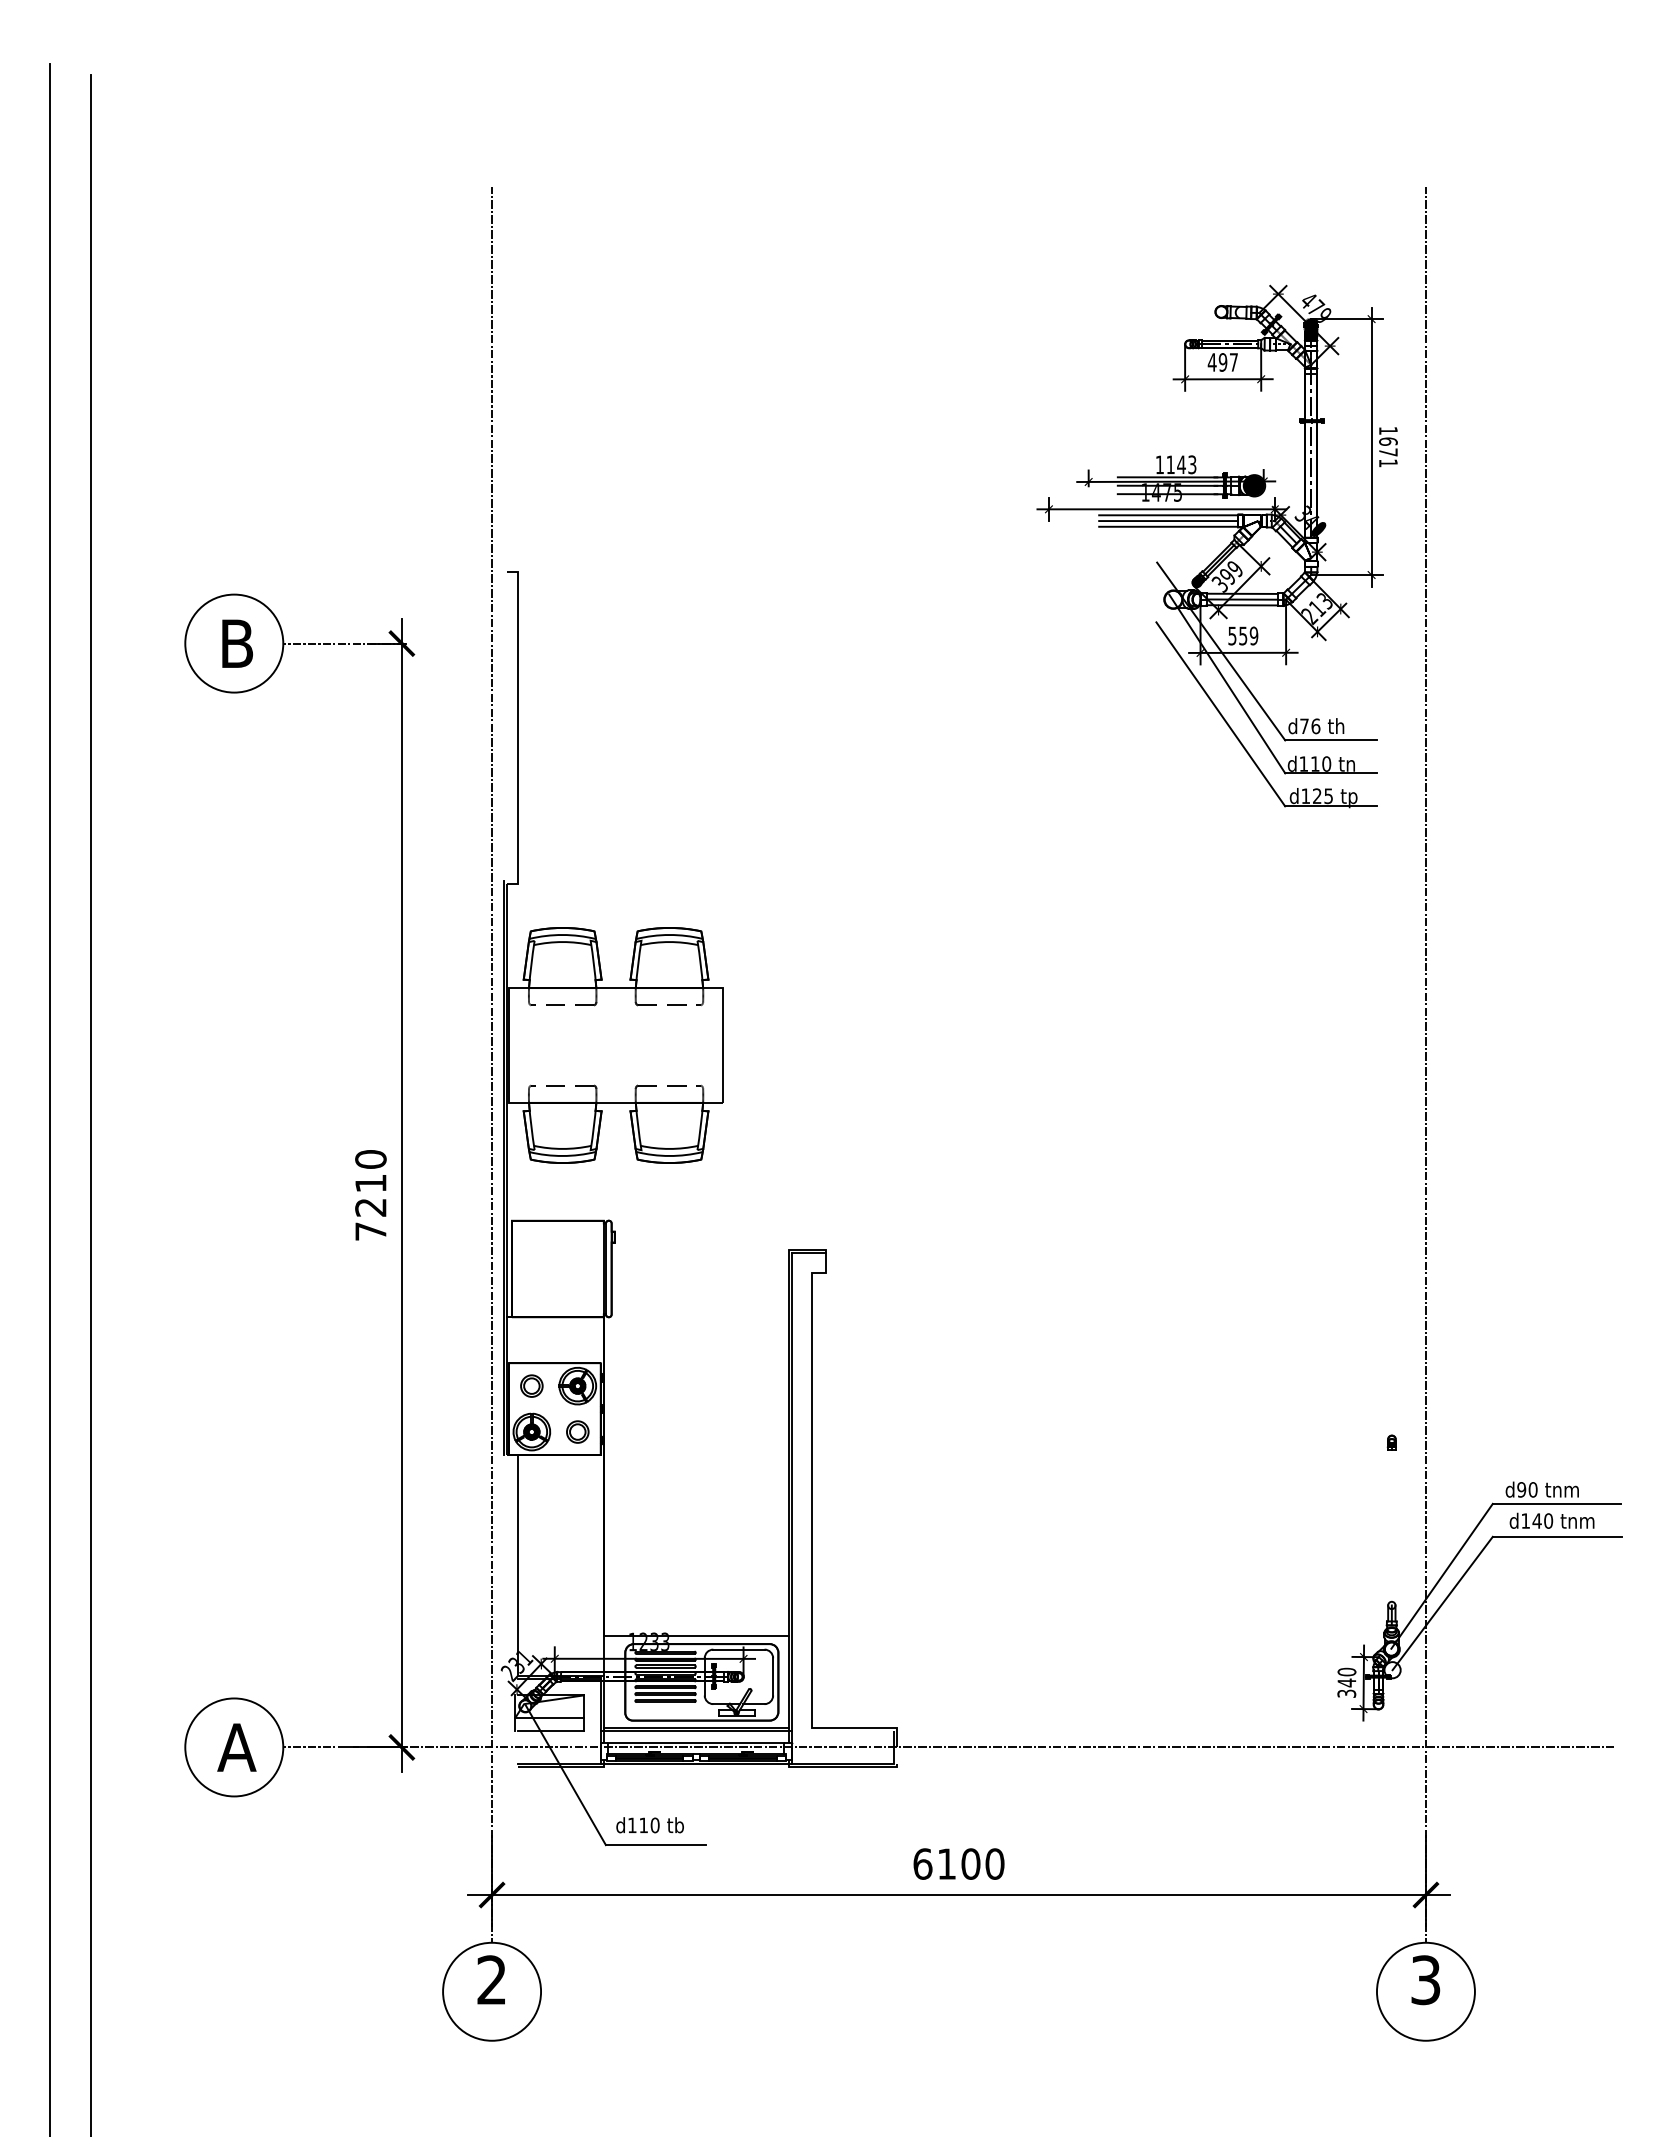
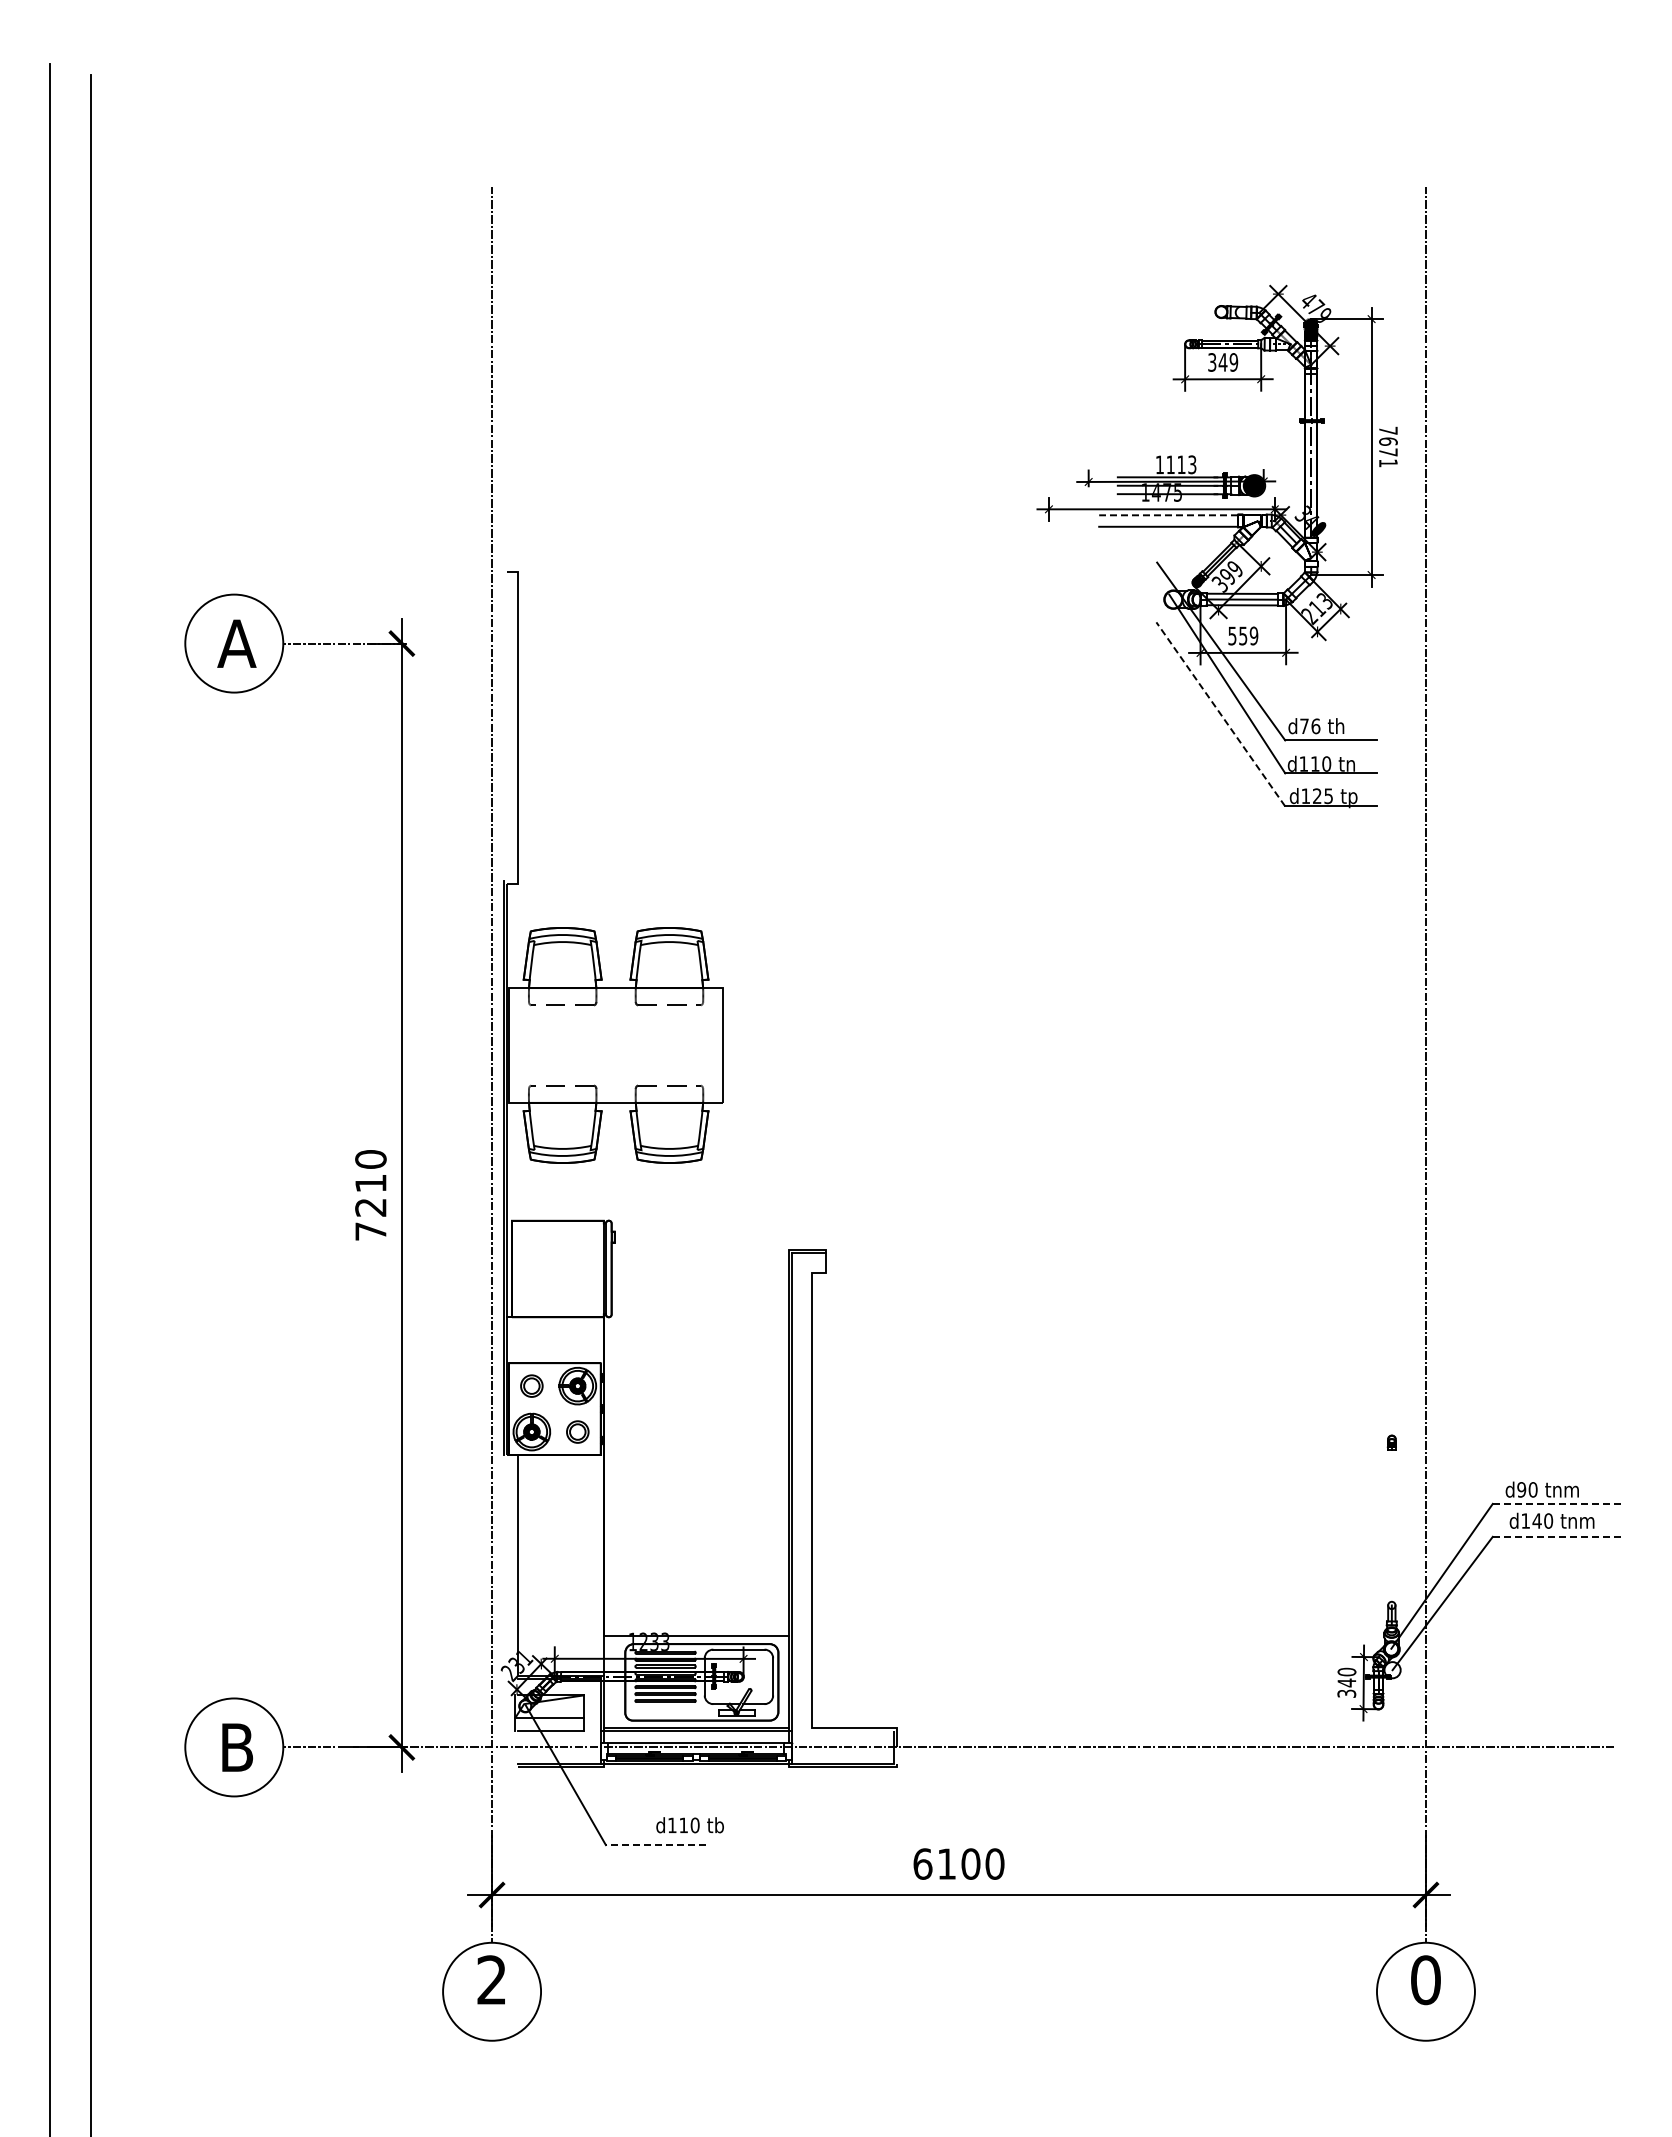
text at (1222, 362): 497 -> 349
text at (1388, 430): 1671 -> 7671
text at (1181, 464): 1143 -> 1113
line at (1168, 515): solid -> dashed
line at (1168, 521): present -> none
text at (236, 643): B -> A
line at (1220, 713): solid -> dashed
line at (1557, 1503): solid -> dashed
line at (1557, 1536): solid -> dashed
text at (236, 1747): A -> B
text at (649, 1825) position: (649, 1825) -> (689, 1825)
line at (655, 1845): solid -> dashed
text at (1425, 1980): 3 -> 0
